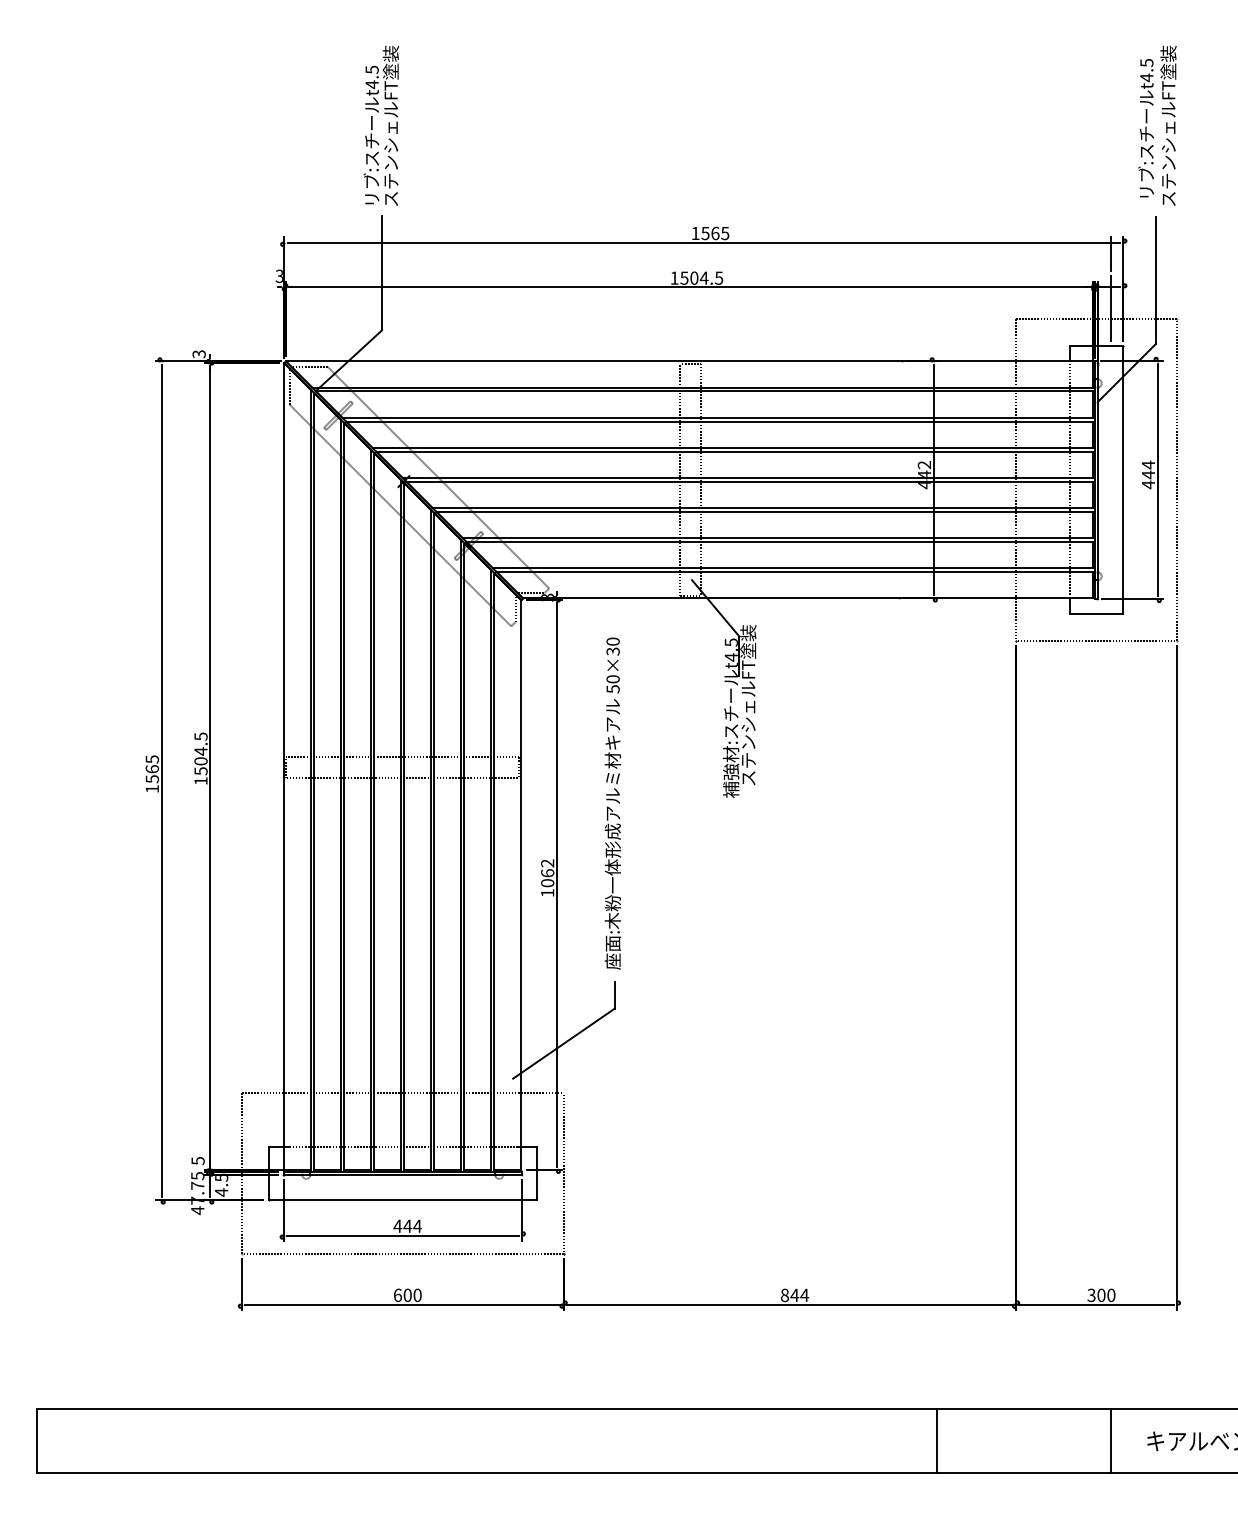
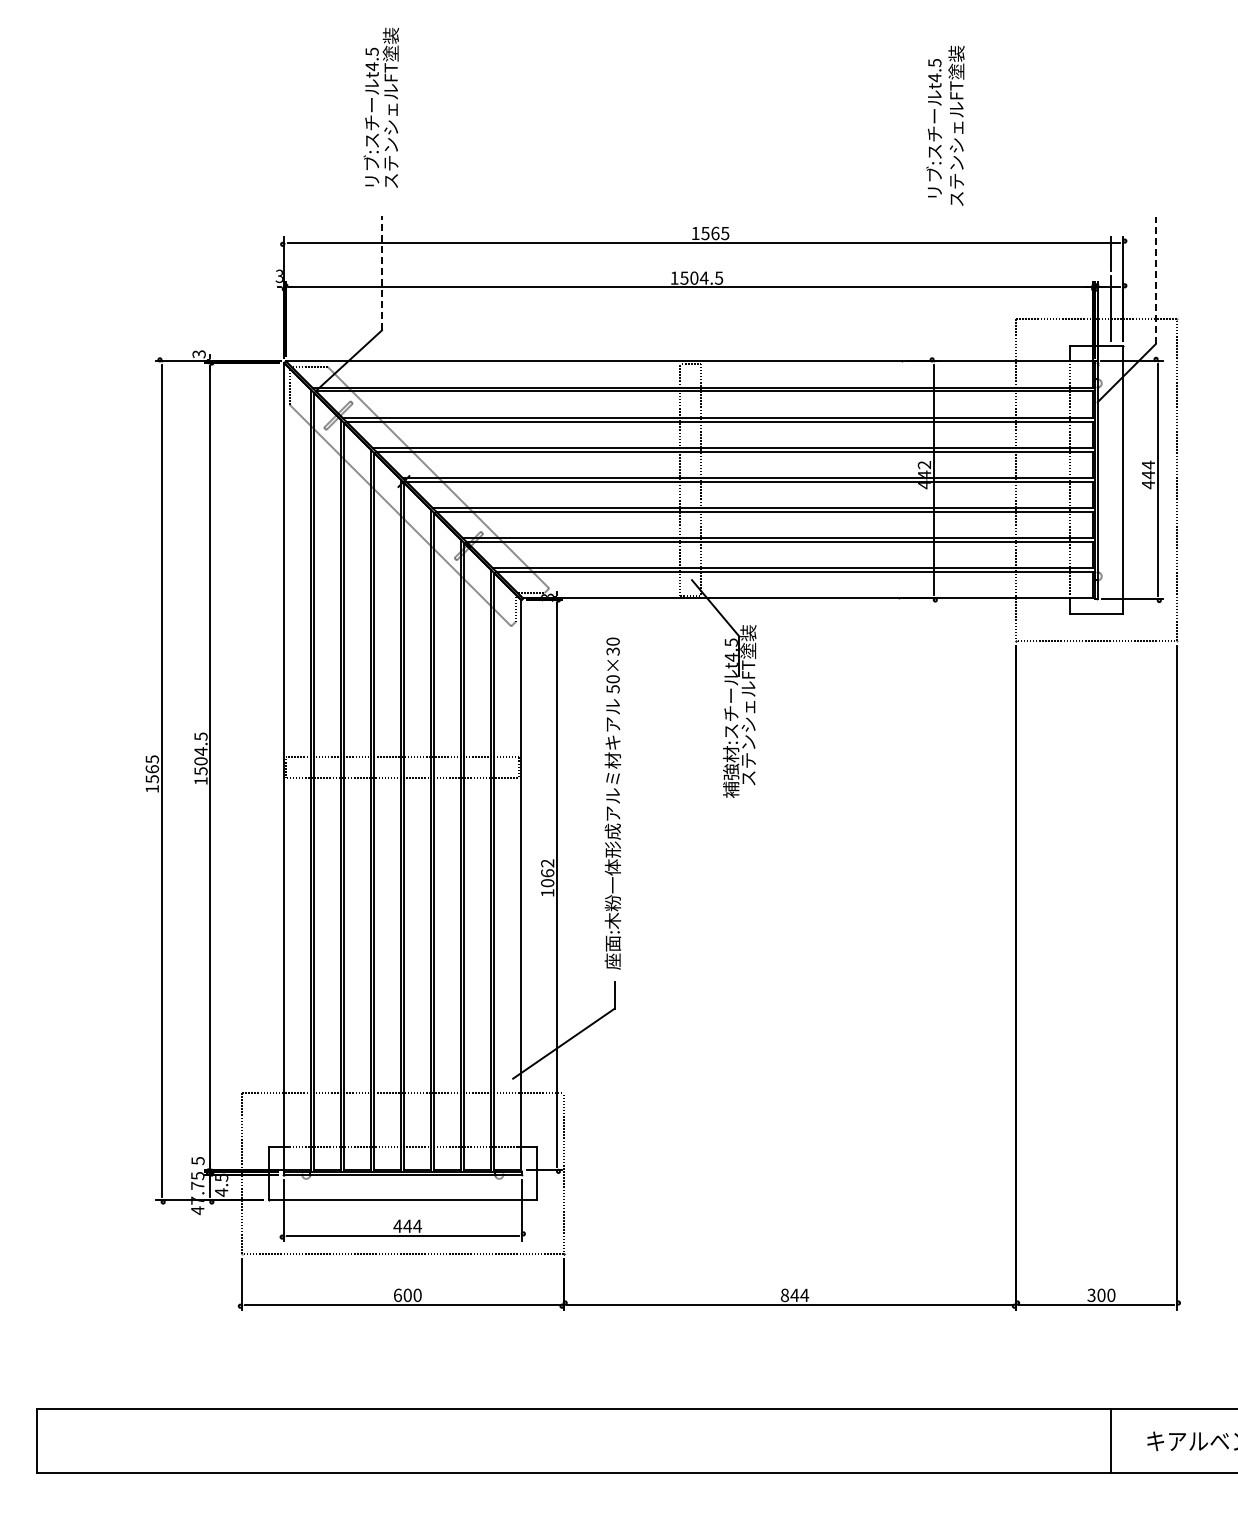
text at (380, 125) position: (380, 125) -> (380, 107)
text at (1157, 125) position: (1157, 125) -> (945, 125)
line at (381, 272): solid -> dashed
line at (1155, 280): solid -> dashed
line at (937, 1441): present -> none
